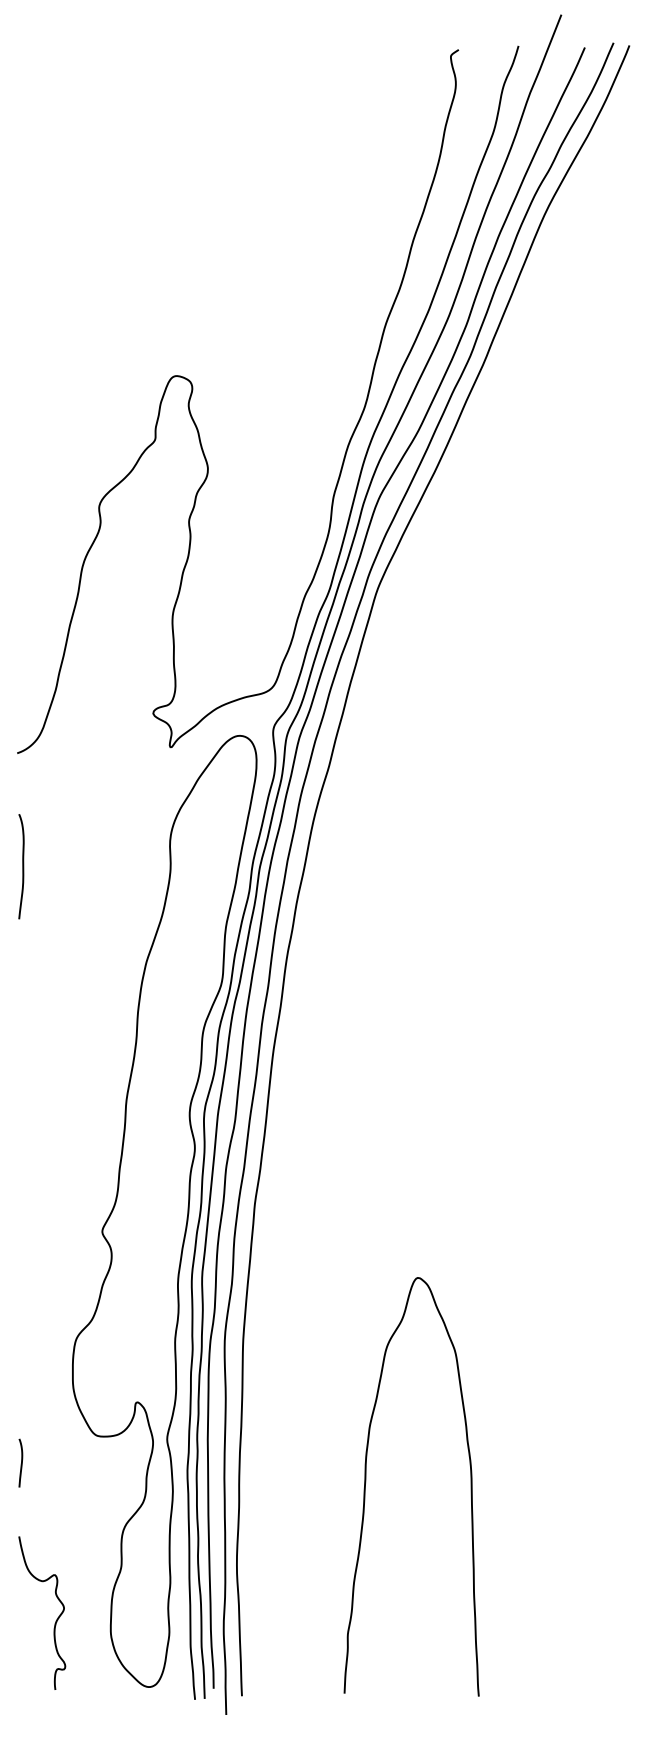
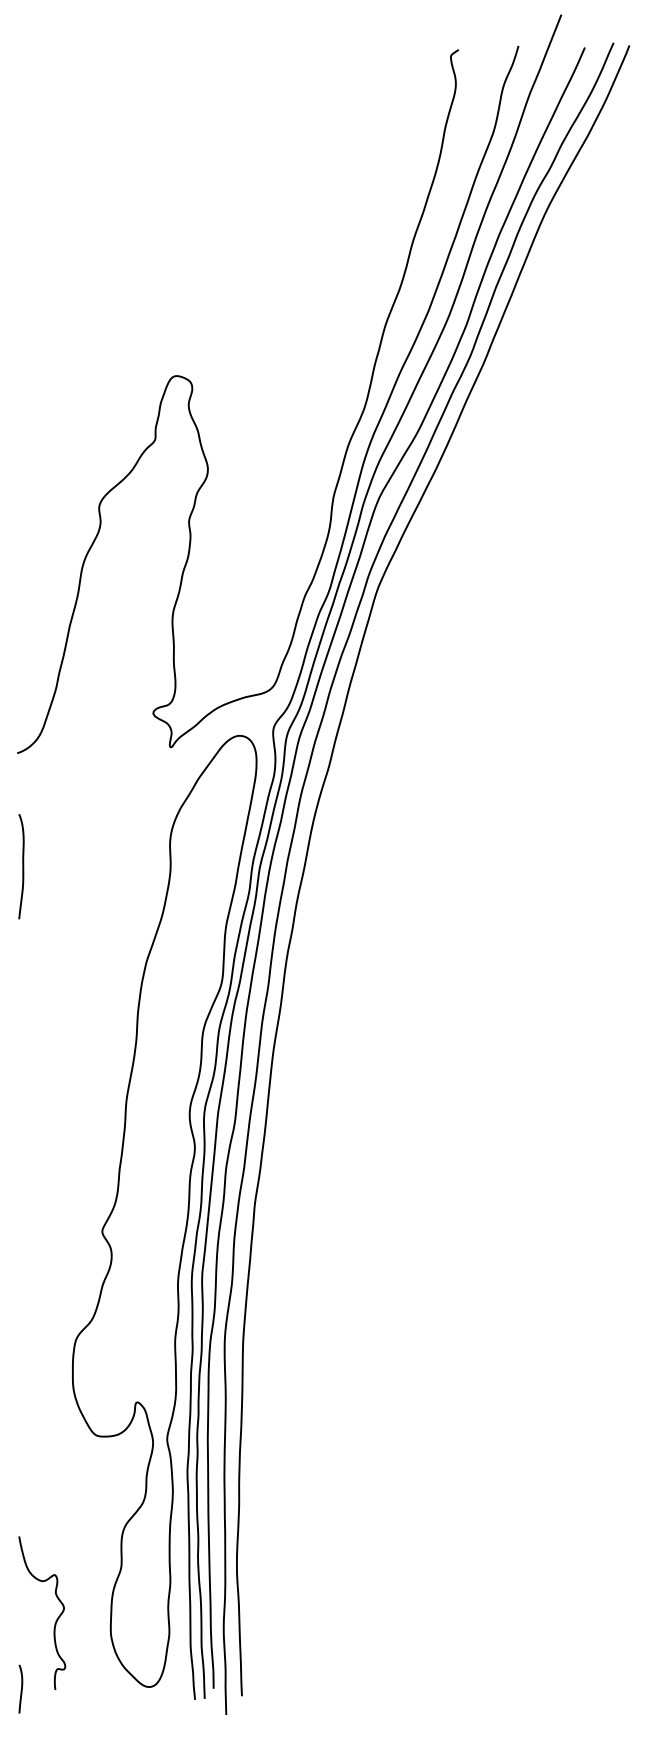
curve at (21, 1462) position: (21, 1462) -> (21, 1688)
curve at (366, 1482): present -> none
